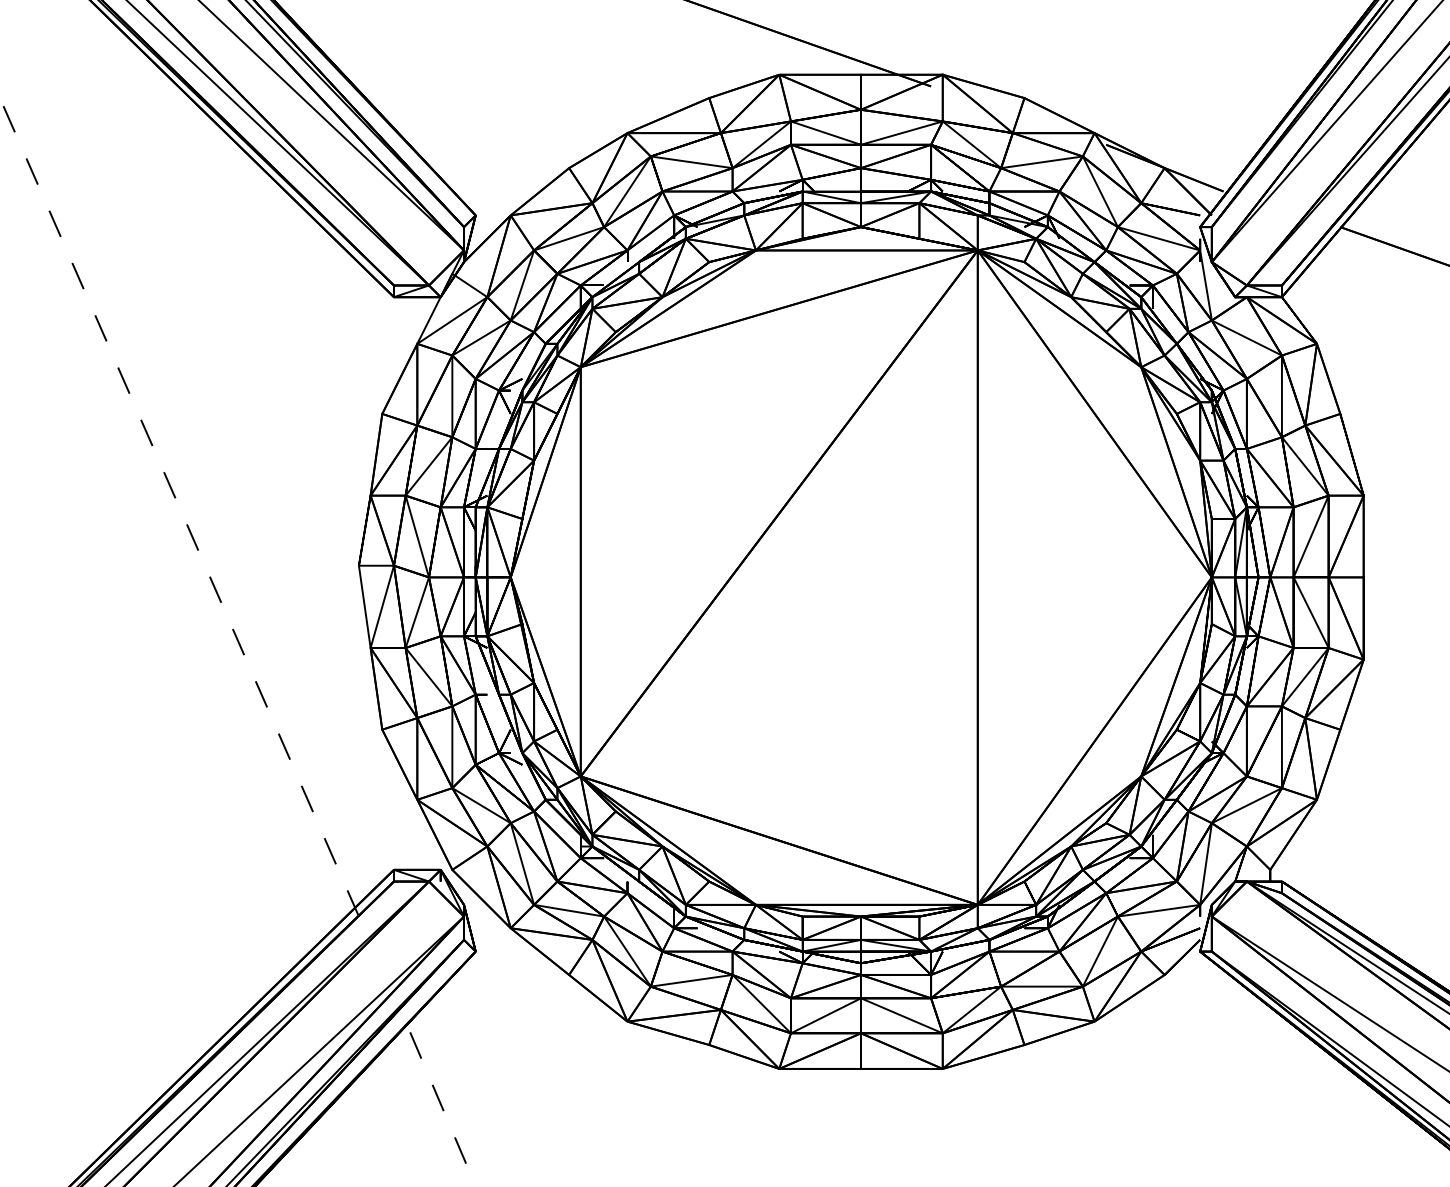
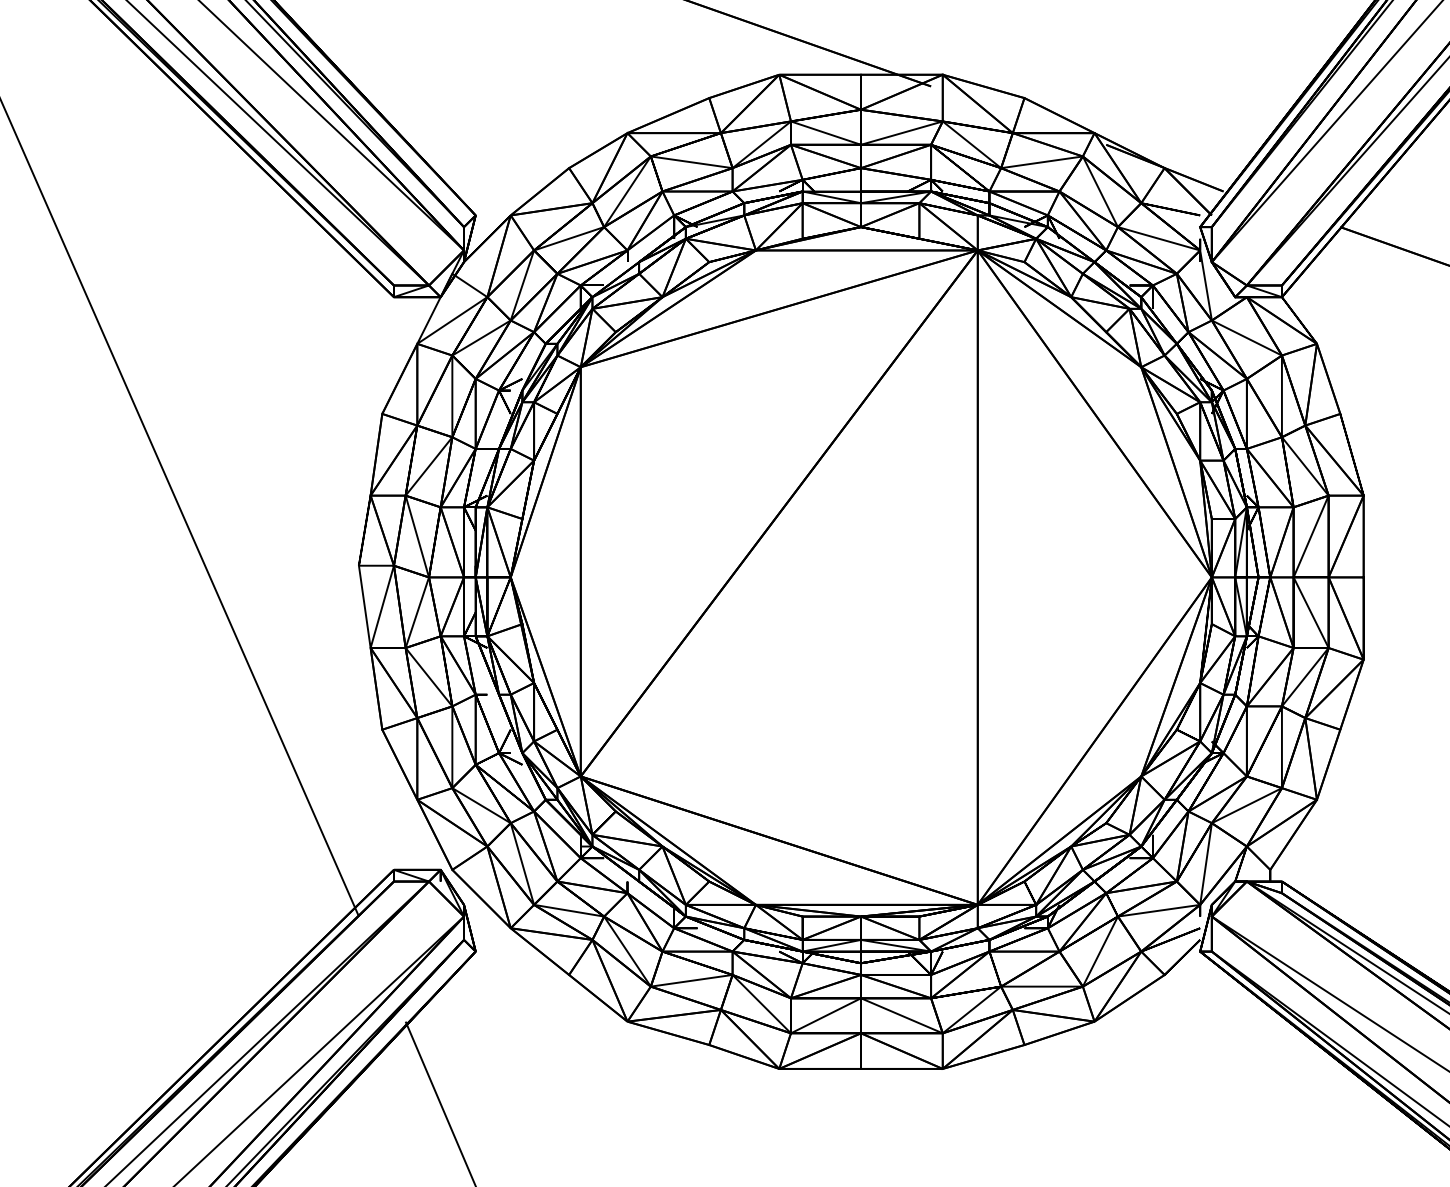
line at (179, 507): dashed -> solid
line at (440, 1103): dashed -> solid
